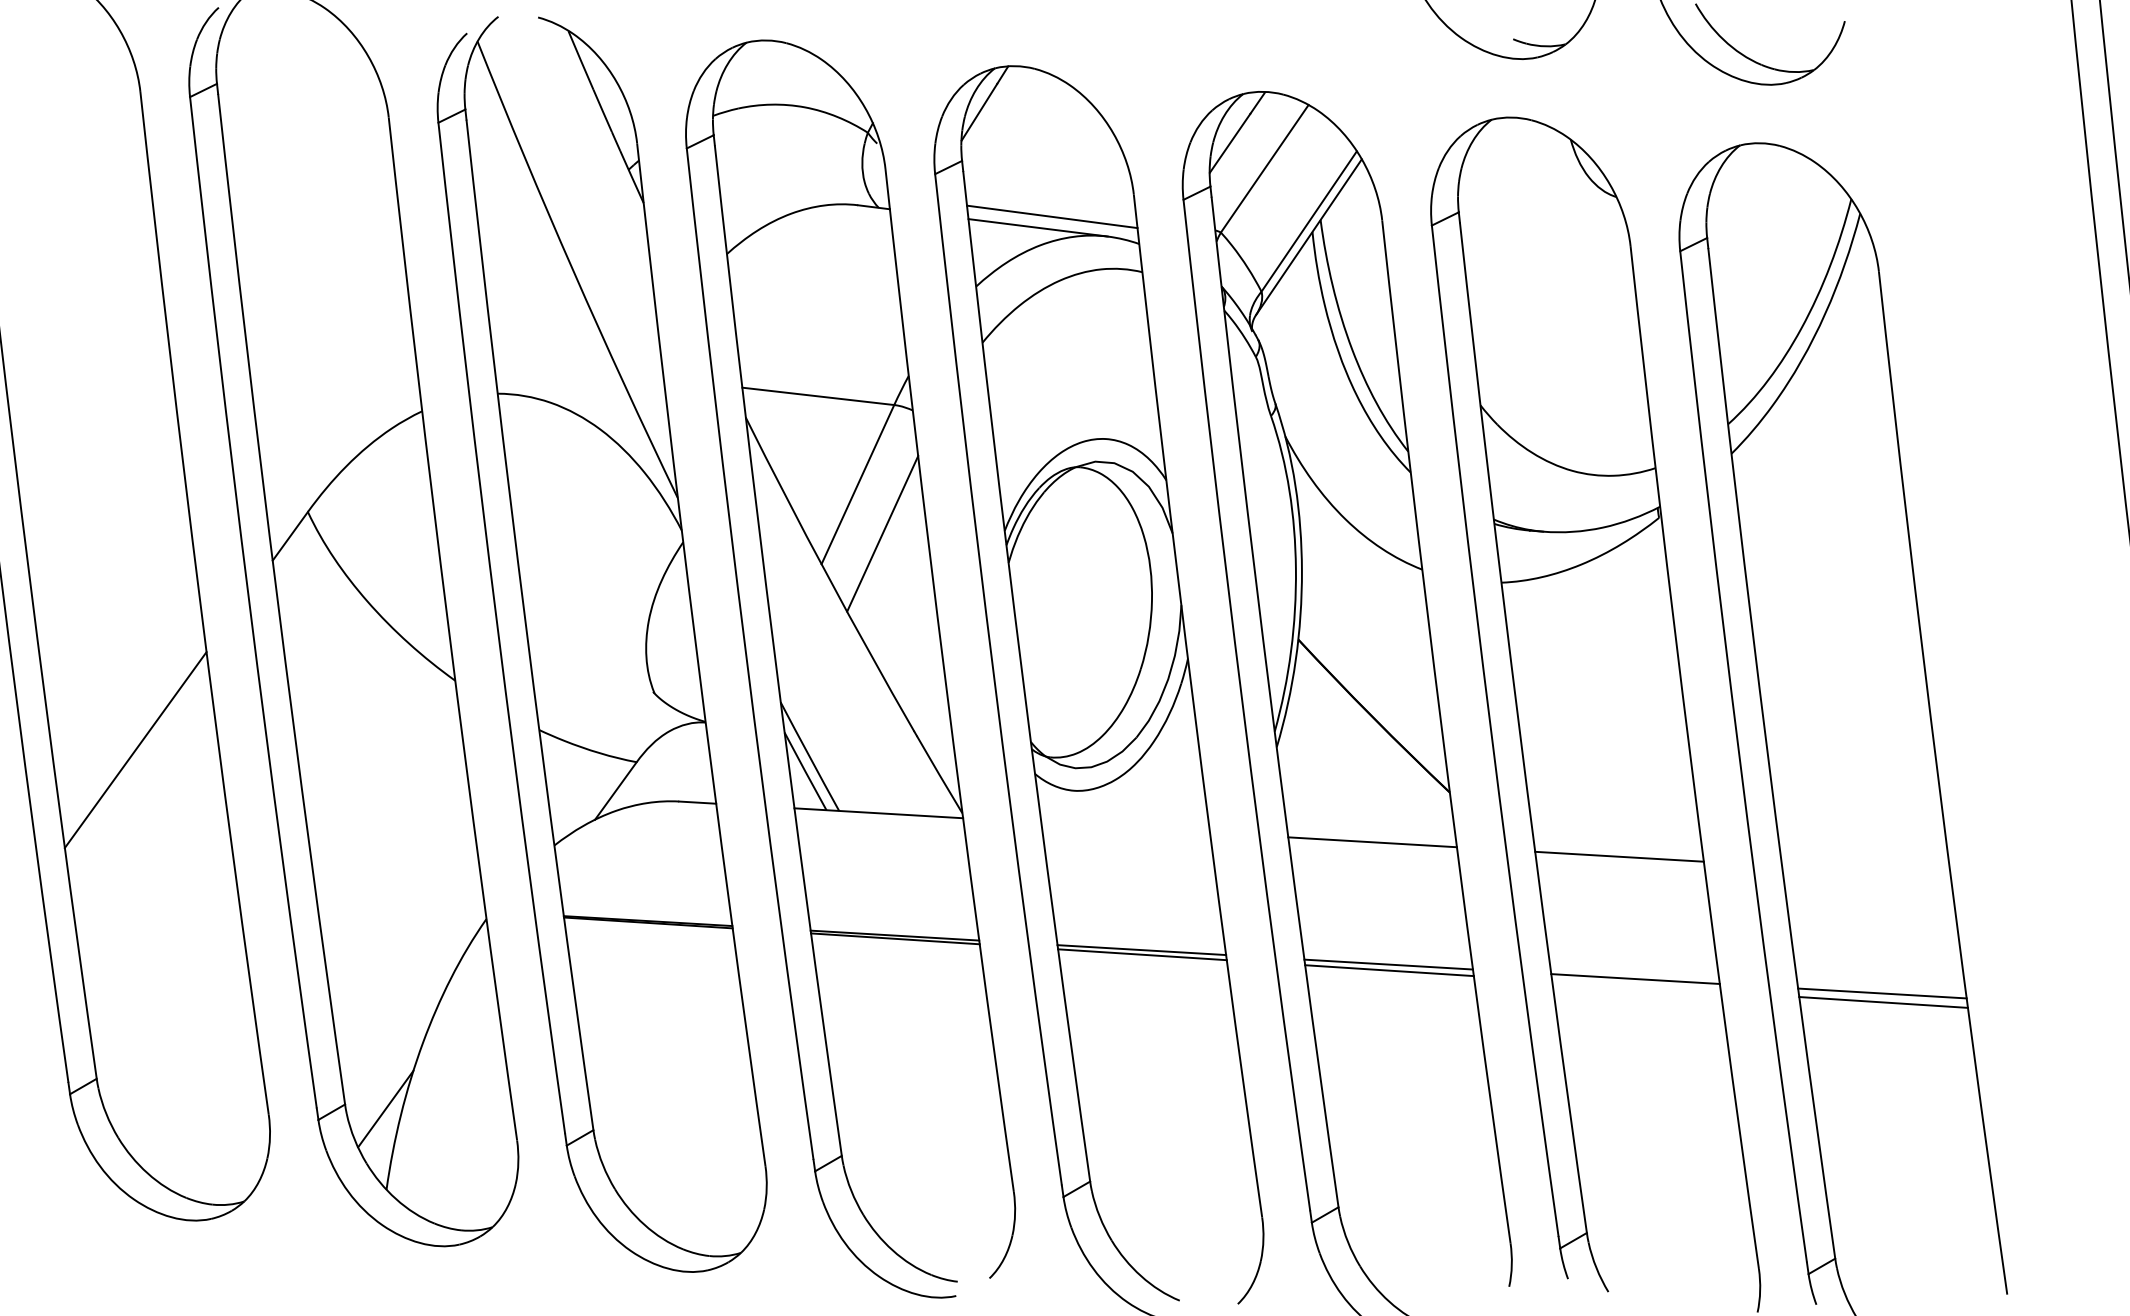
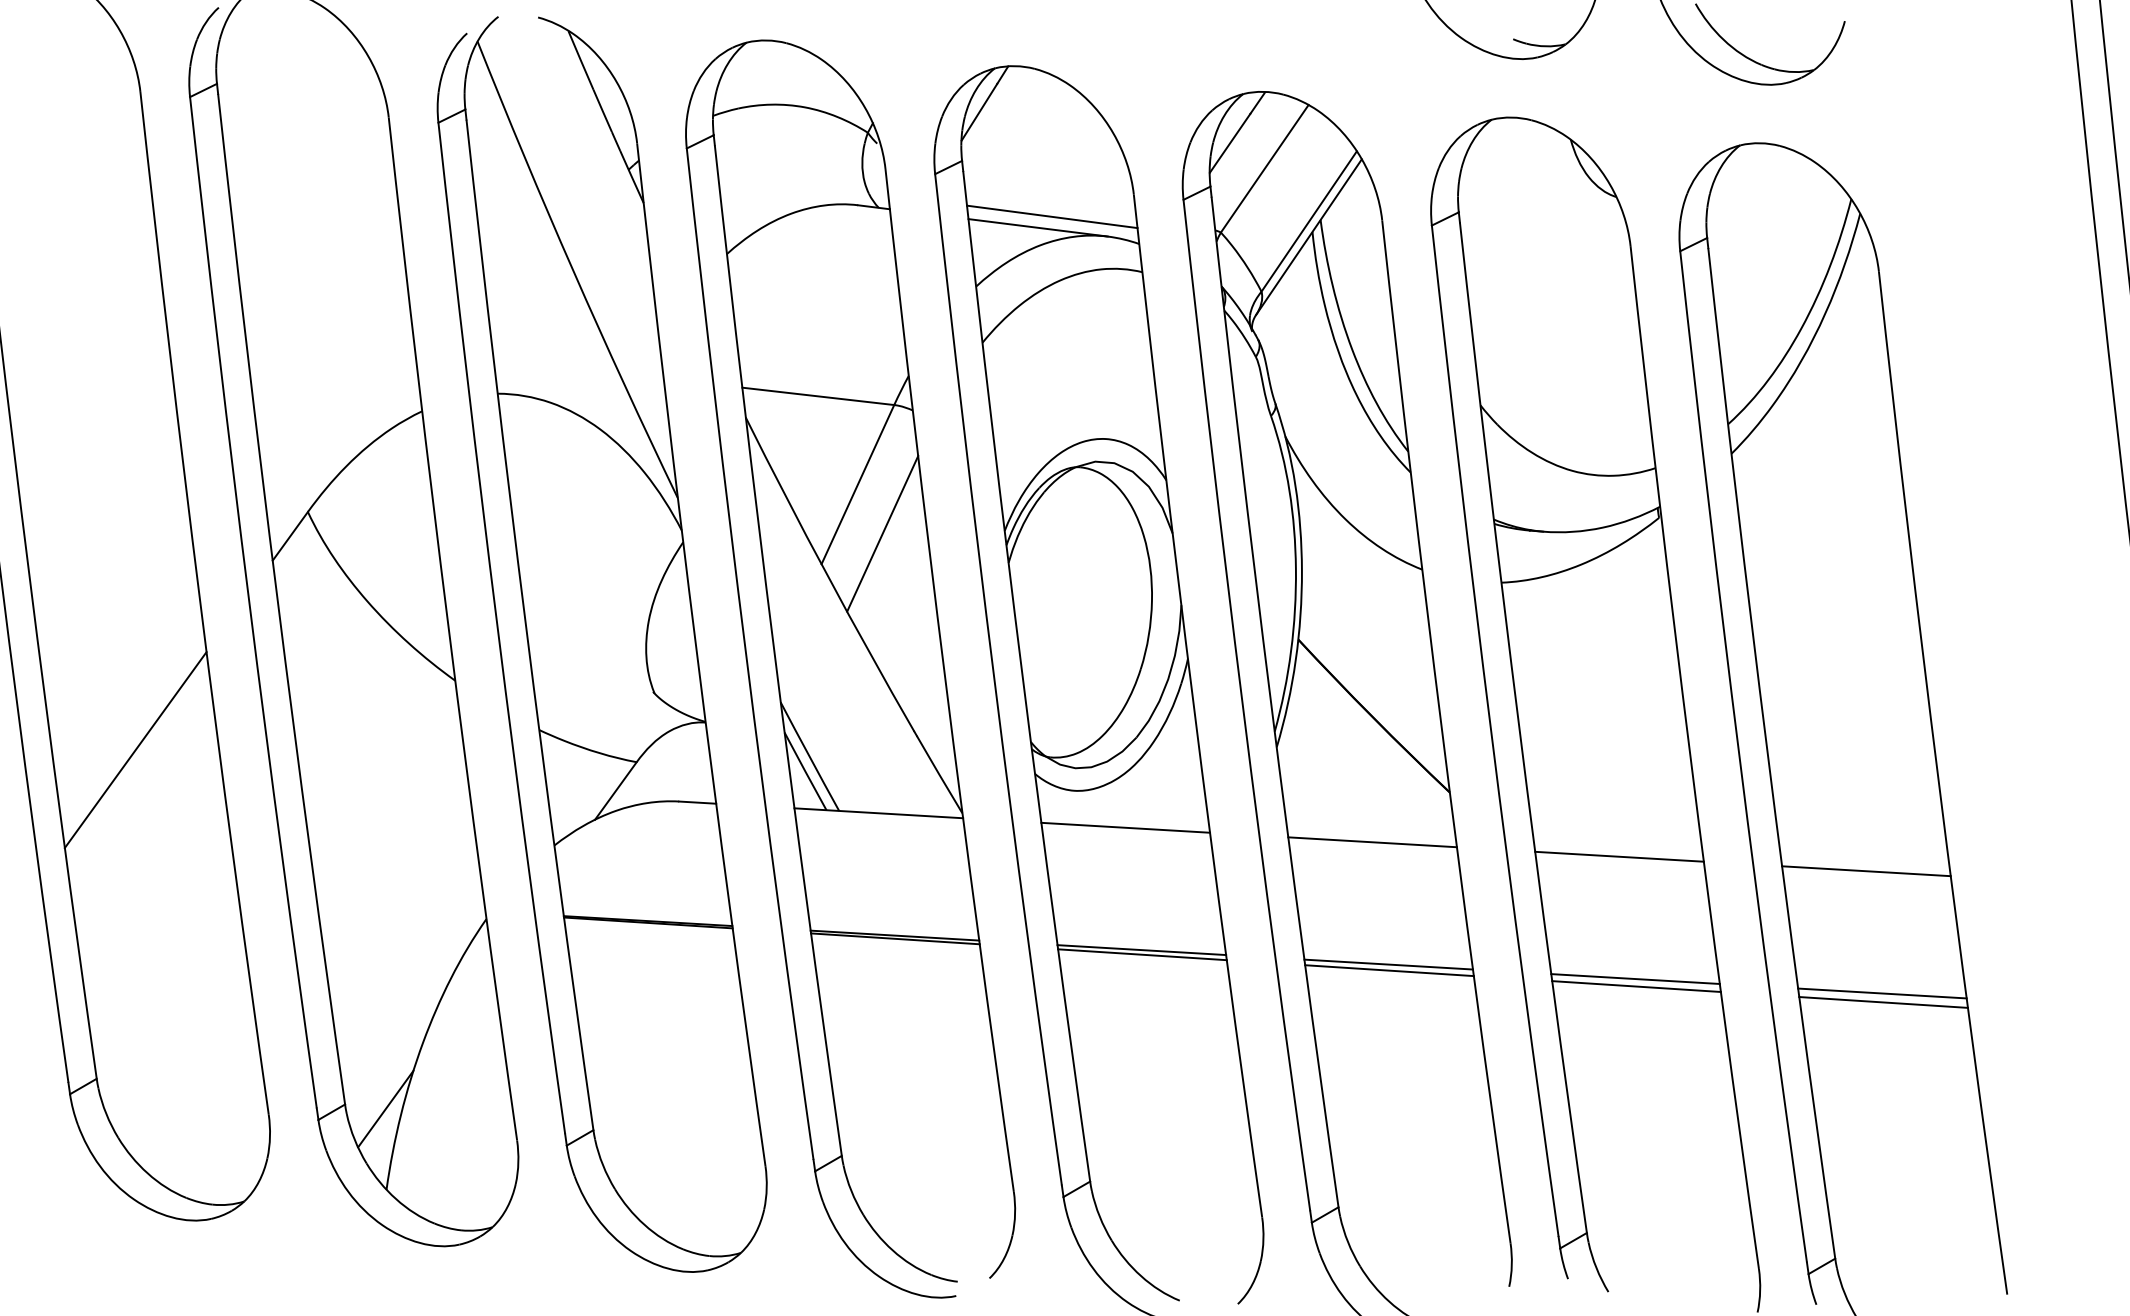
line at (1125, 827): none -> present
line at (1866, 871): none -> present
line at (1636, 986): none -> present
